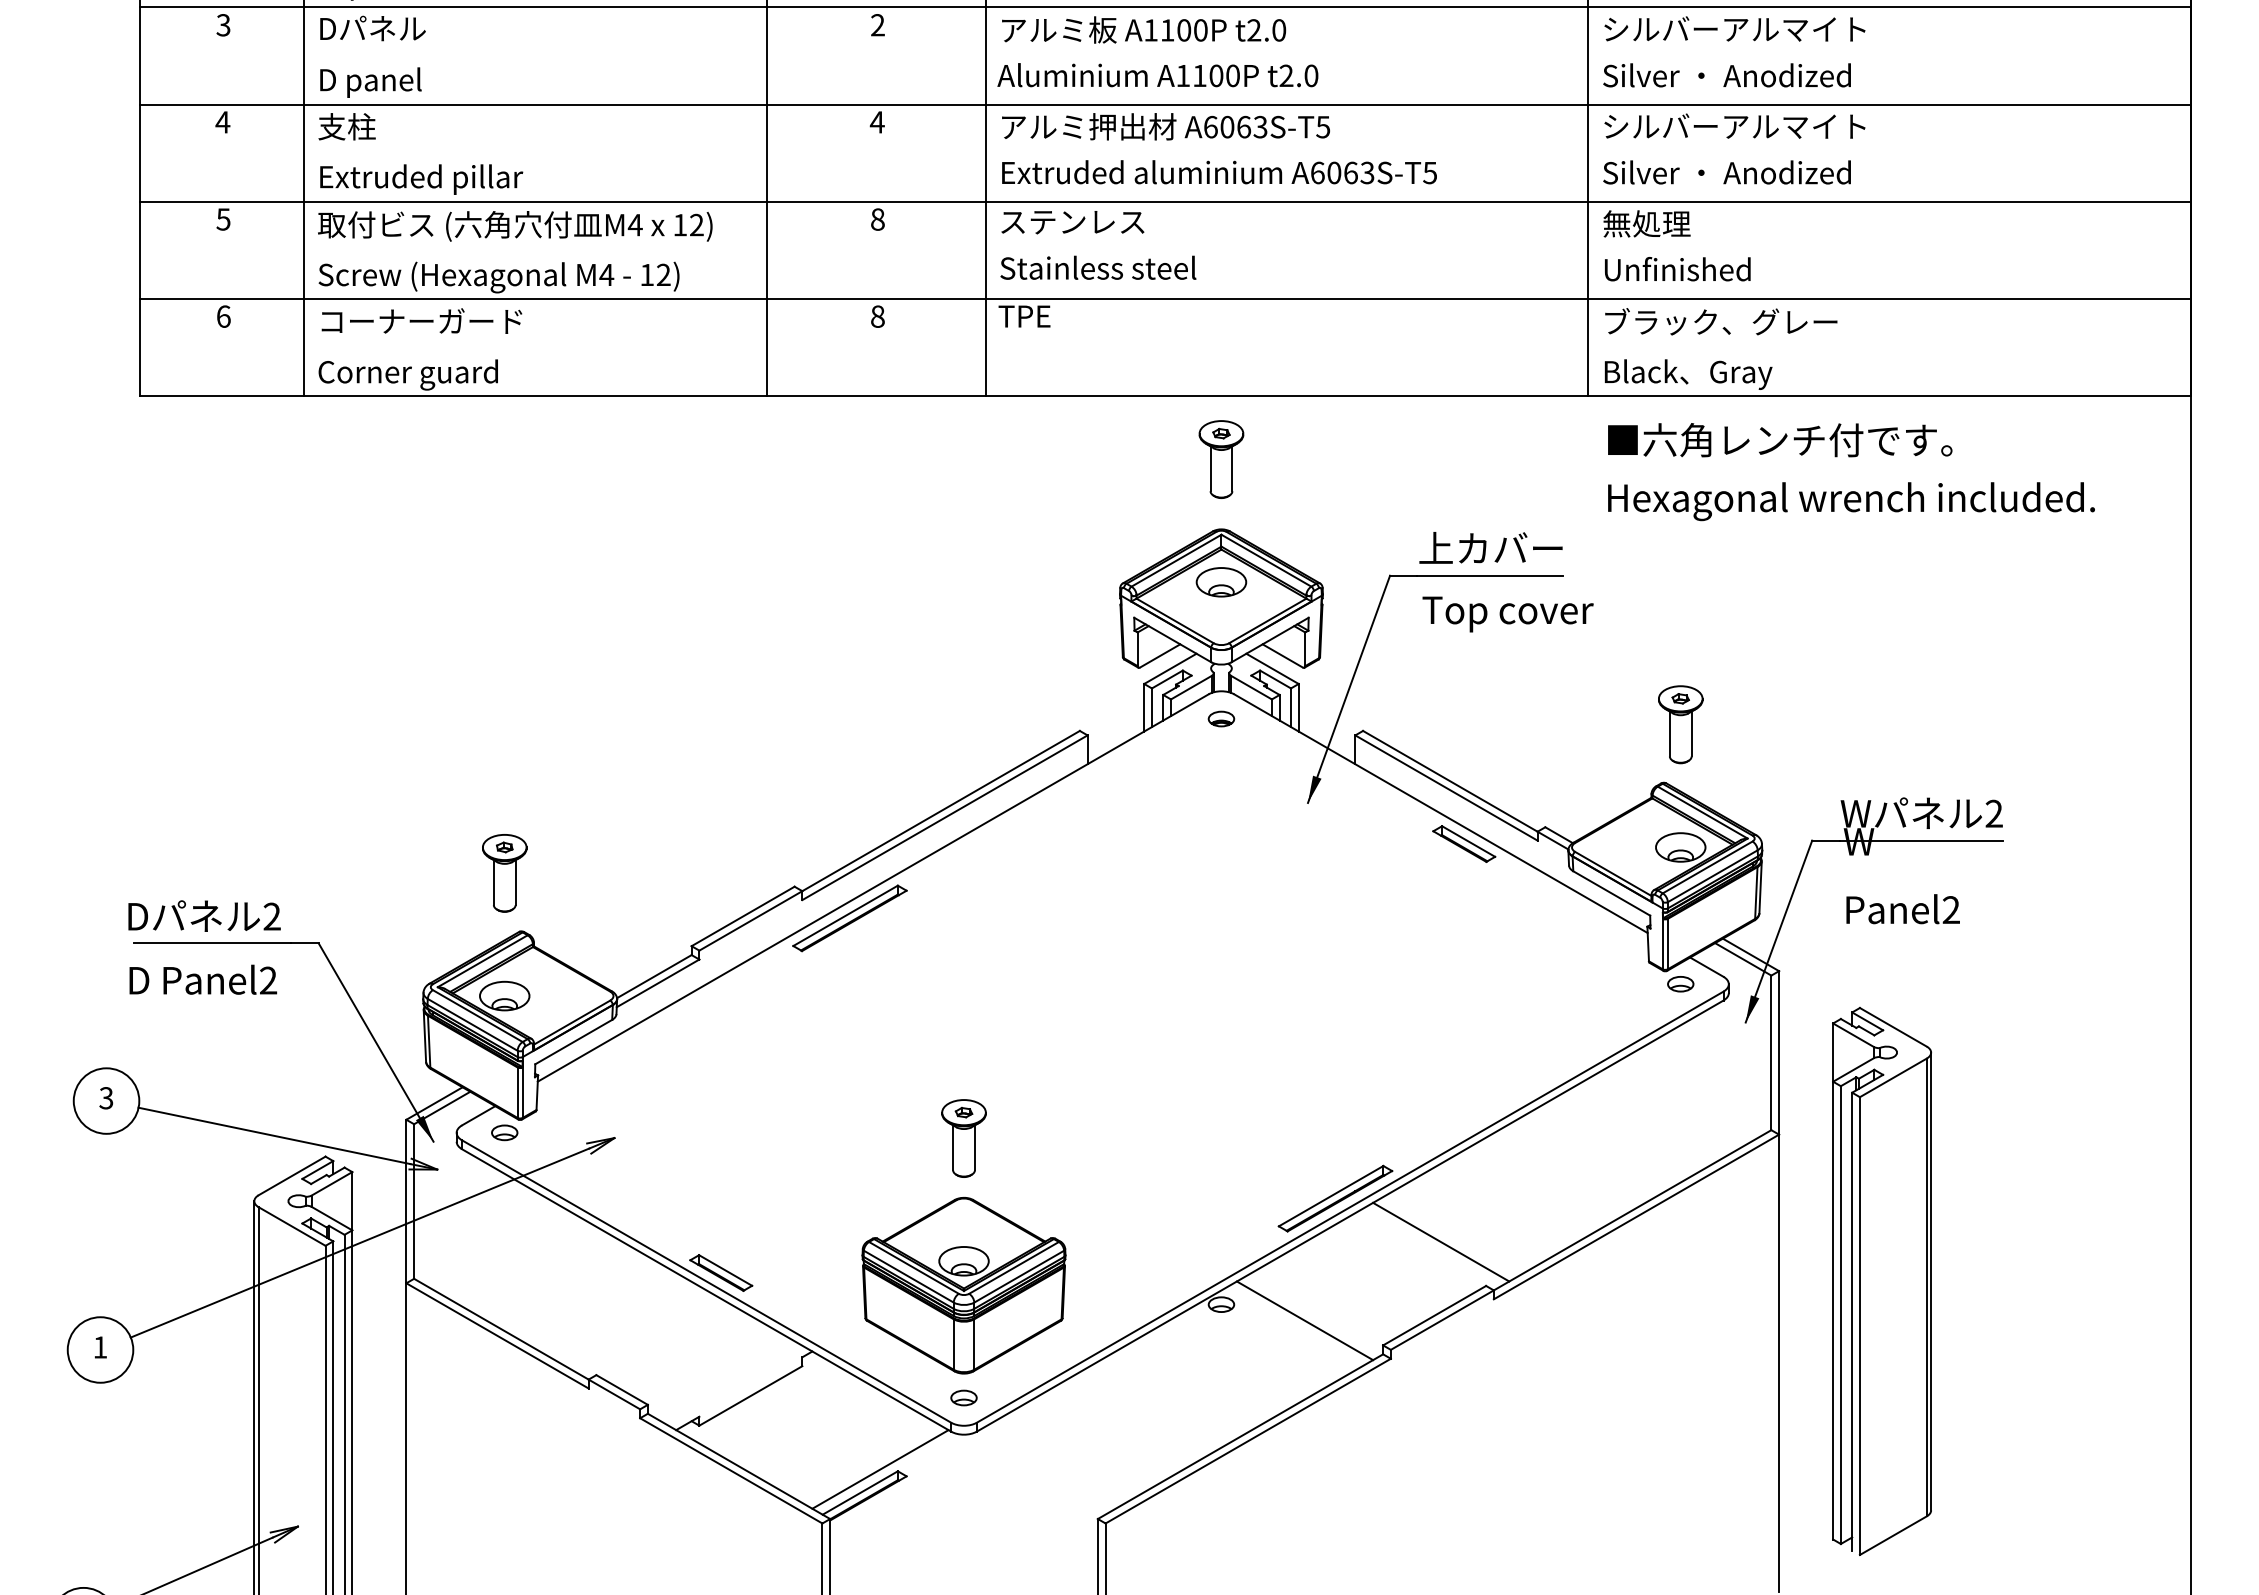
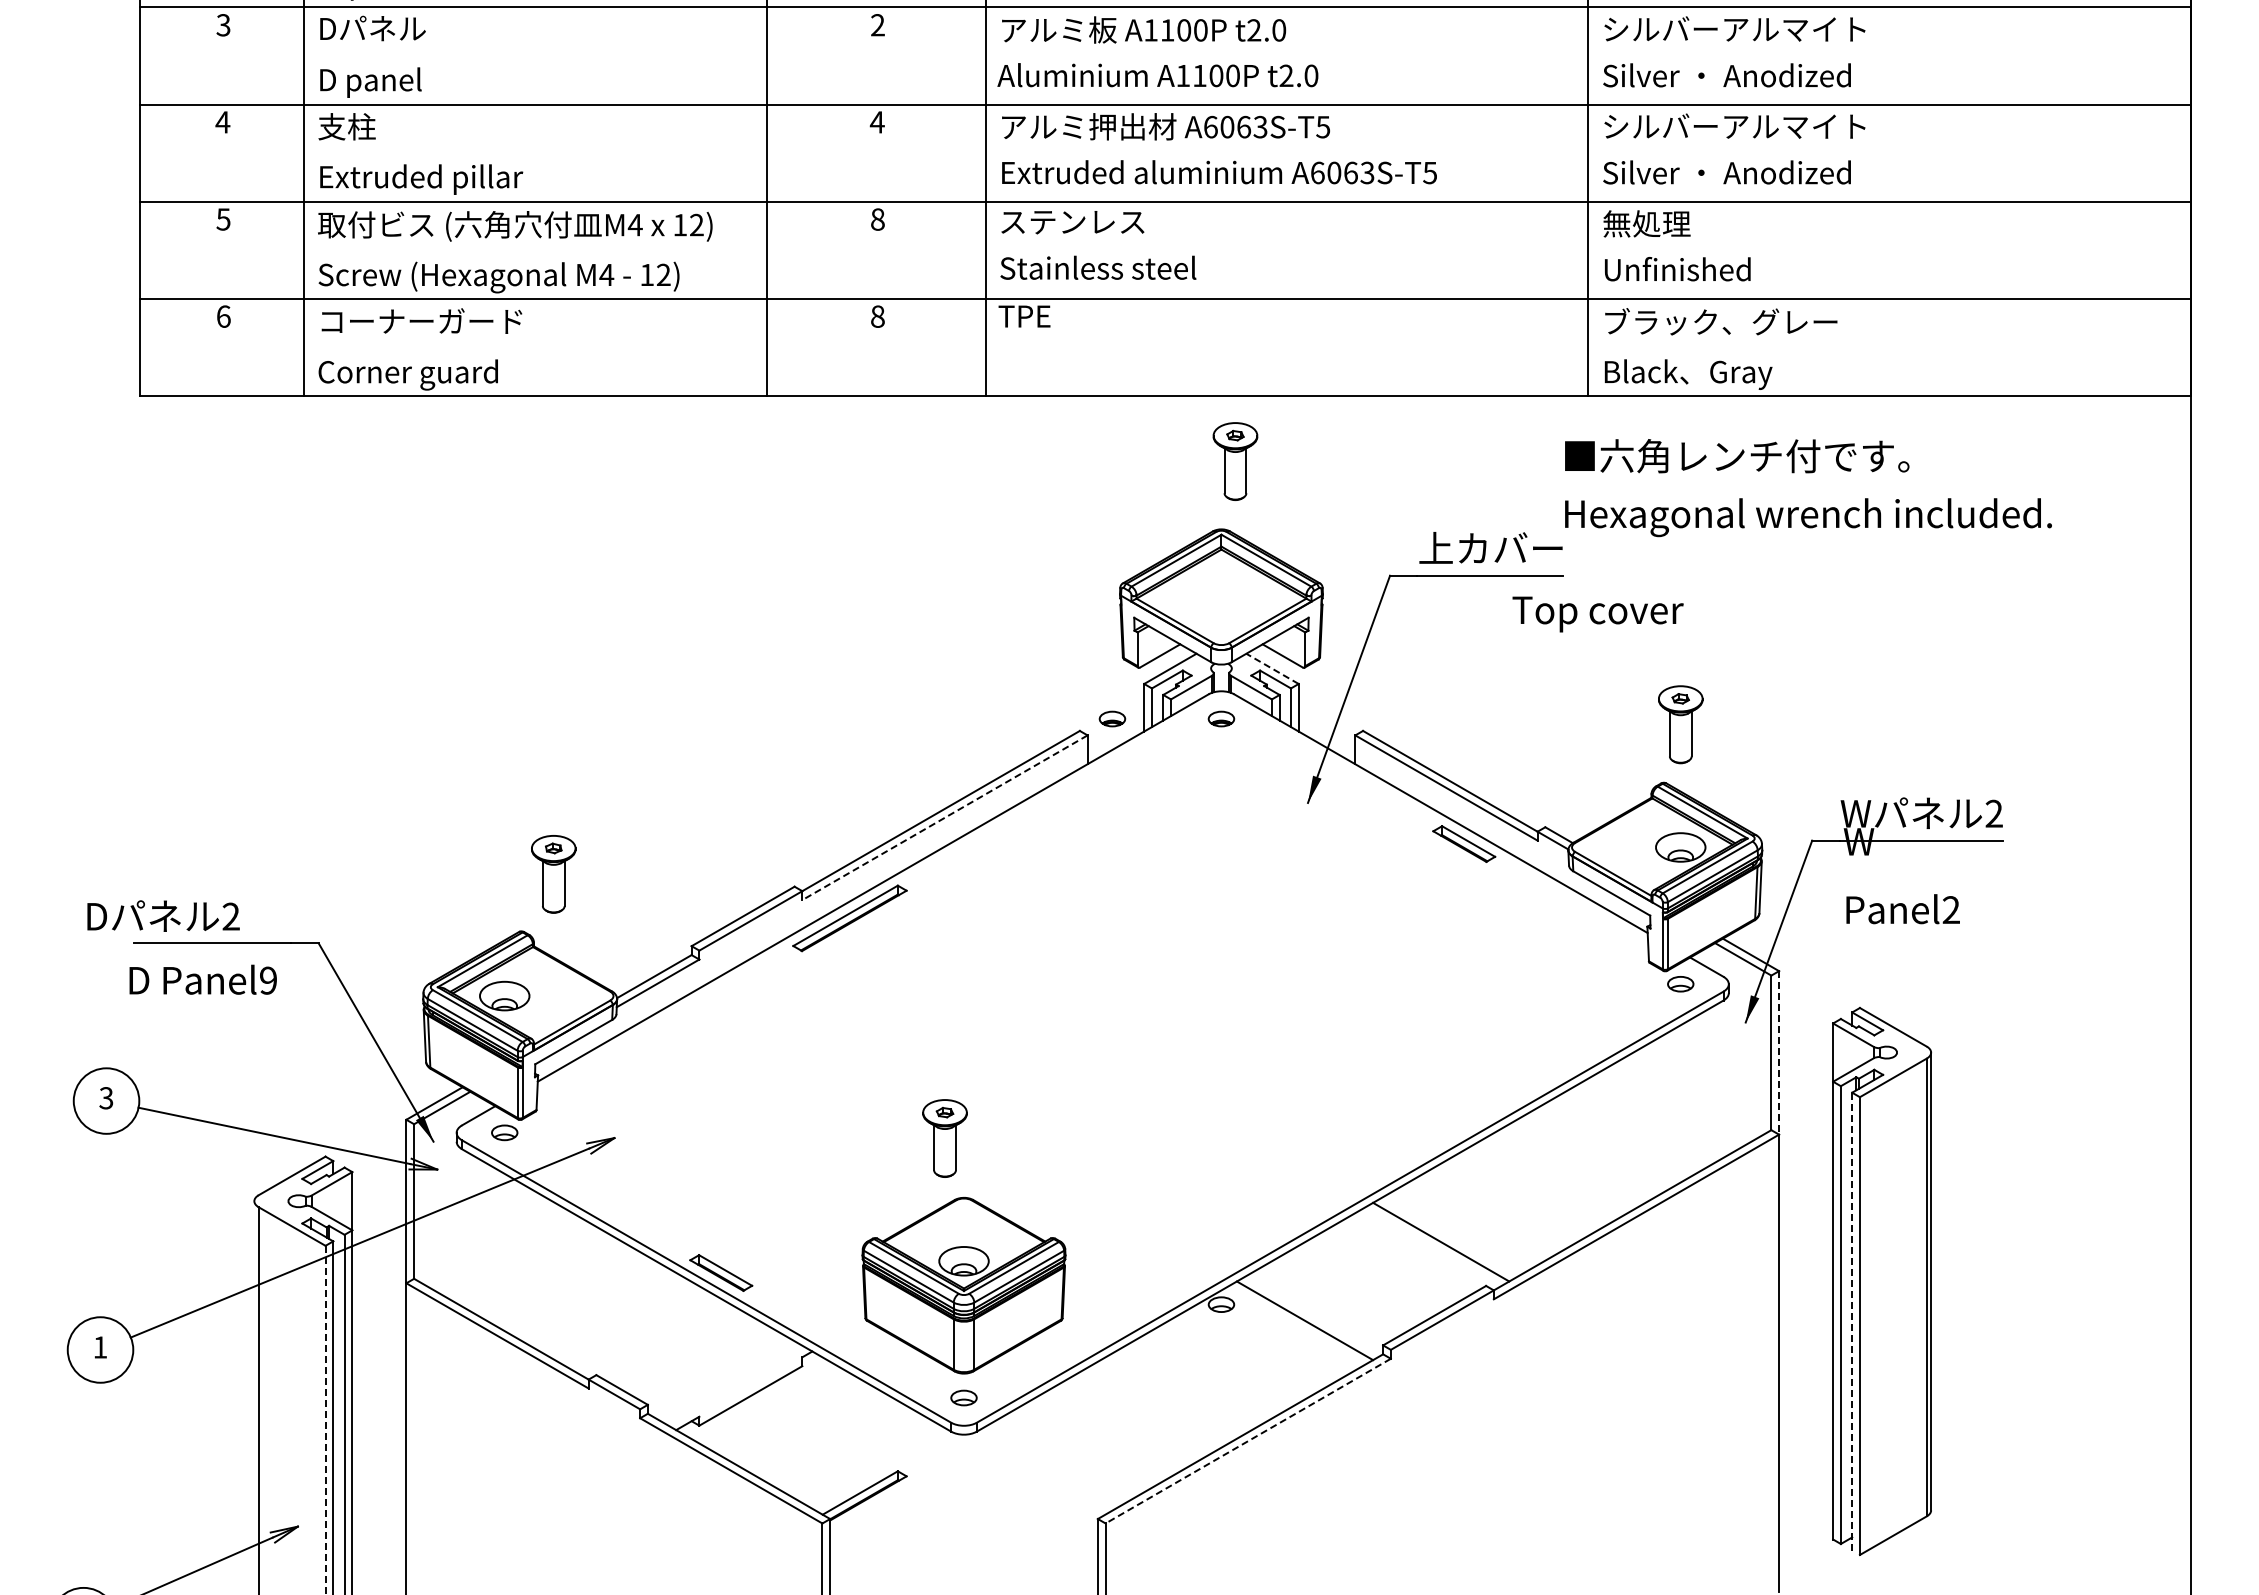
part at (1221, 459) position: (1221, 459) -> (1235, 461)
text at (1851, 472) position: (1851, 472) -> (1808, 488)
part at (1221, 582): present -> none
text at (1507, 614) position: (1507, 614) -> (1597, 614)
line at (1272, 668): solid -> dashed
part at (1112, 718): none -> present
line at (944, 817): solid -> dashed
part at (504, 873) position: (504, 873) -> (553, 874)
text at (204, 915) position: (204, 915) -> (163, 915)
text at (268, 980): Panel2 -> Panel9
line at (1779, 1052): solid -> dashed
part at (963, 1138) position: (963, 1138) -> (944, 1138)
part at (1335, 1198): present -> none
line at (1852, 1321): solid -> dashed
line at (254, 1396): present -> none
line at (325, 1419): solid -> dashed
line at (1248, 1441): solid -> dashed
line at (880, 1469): present -> none
